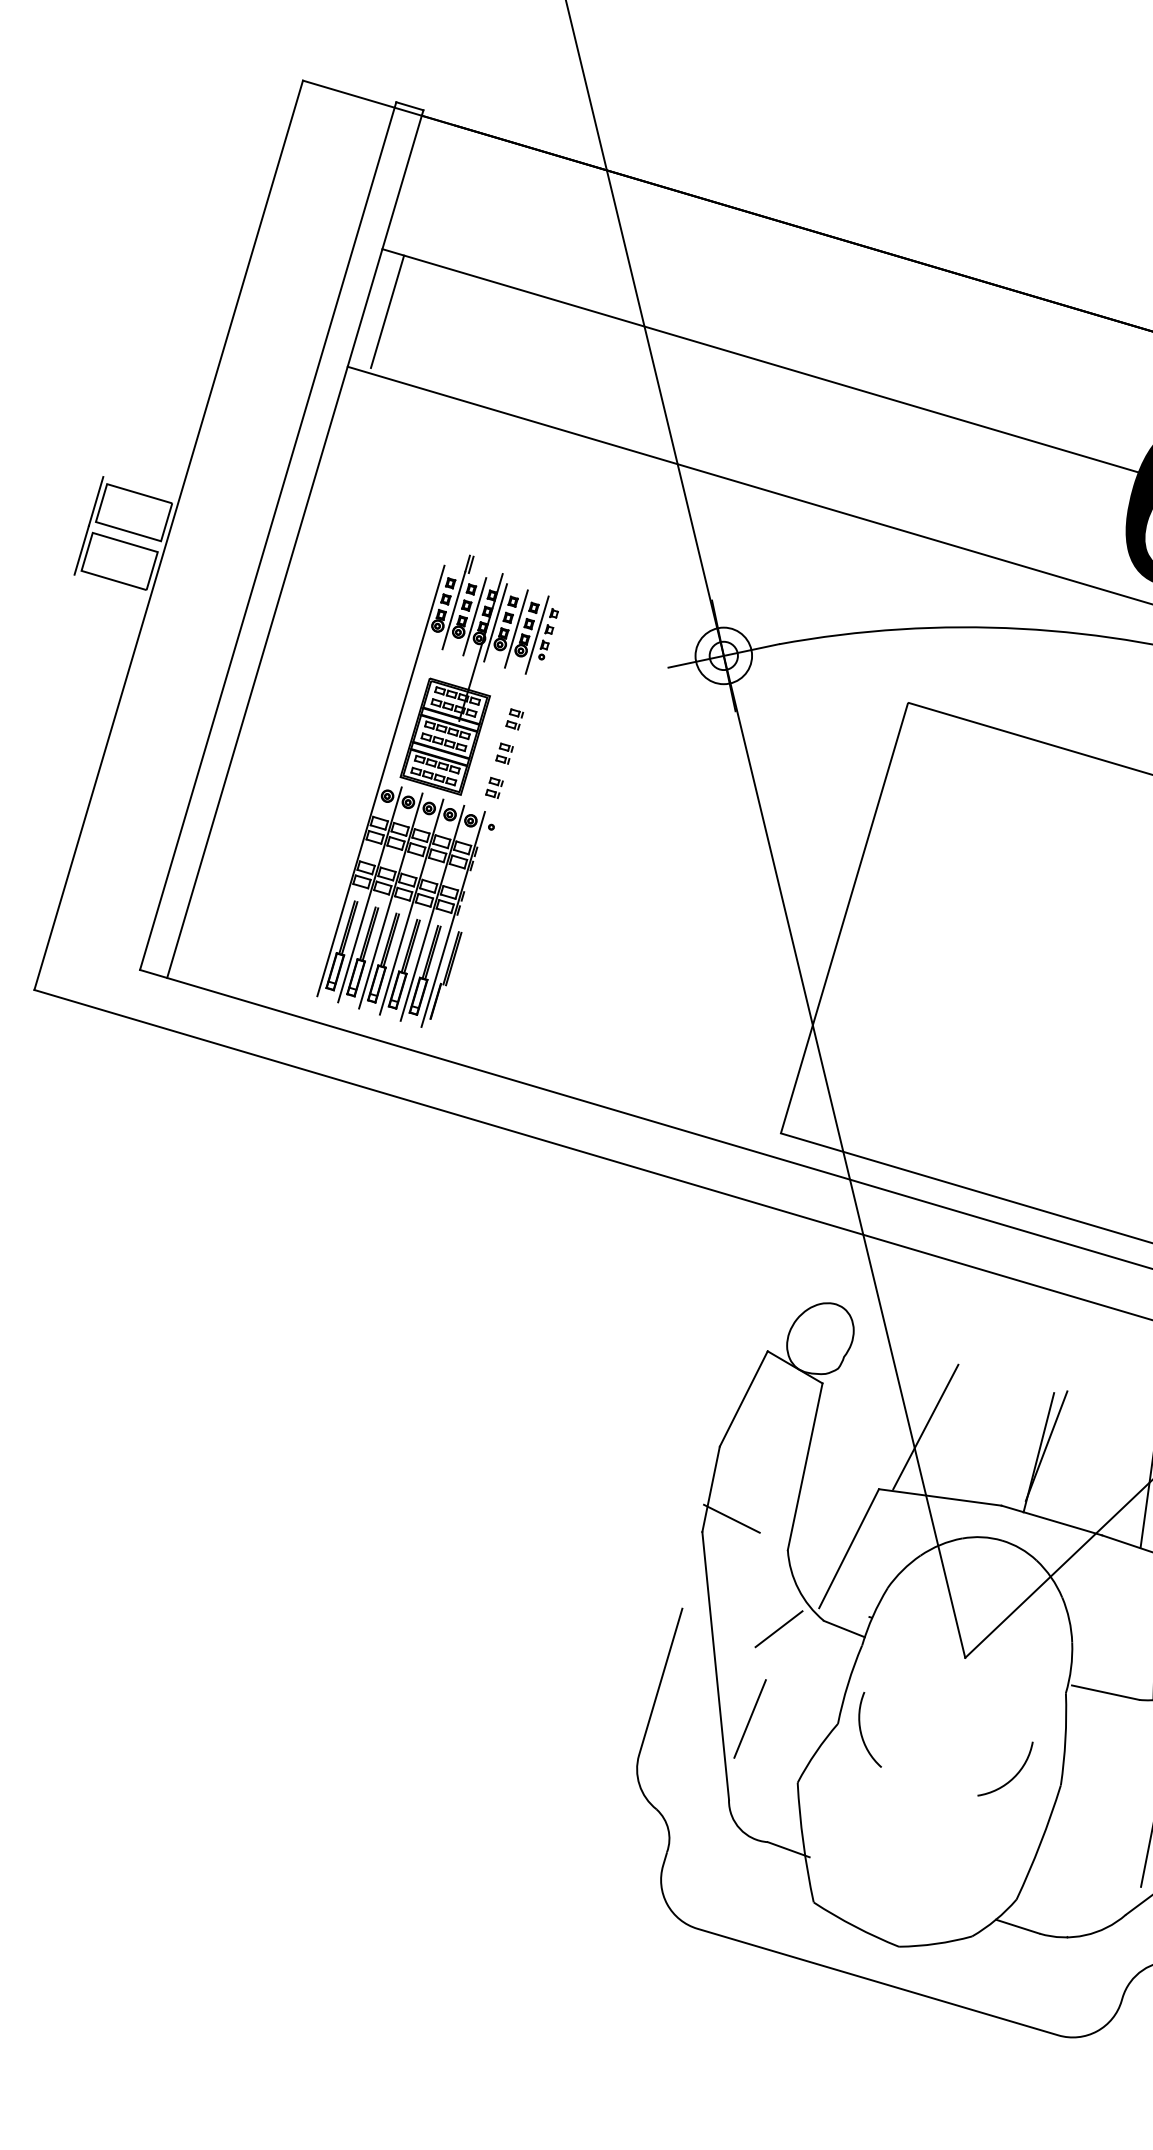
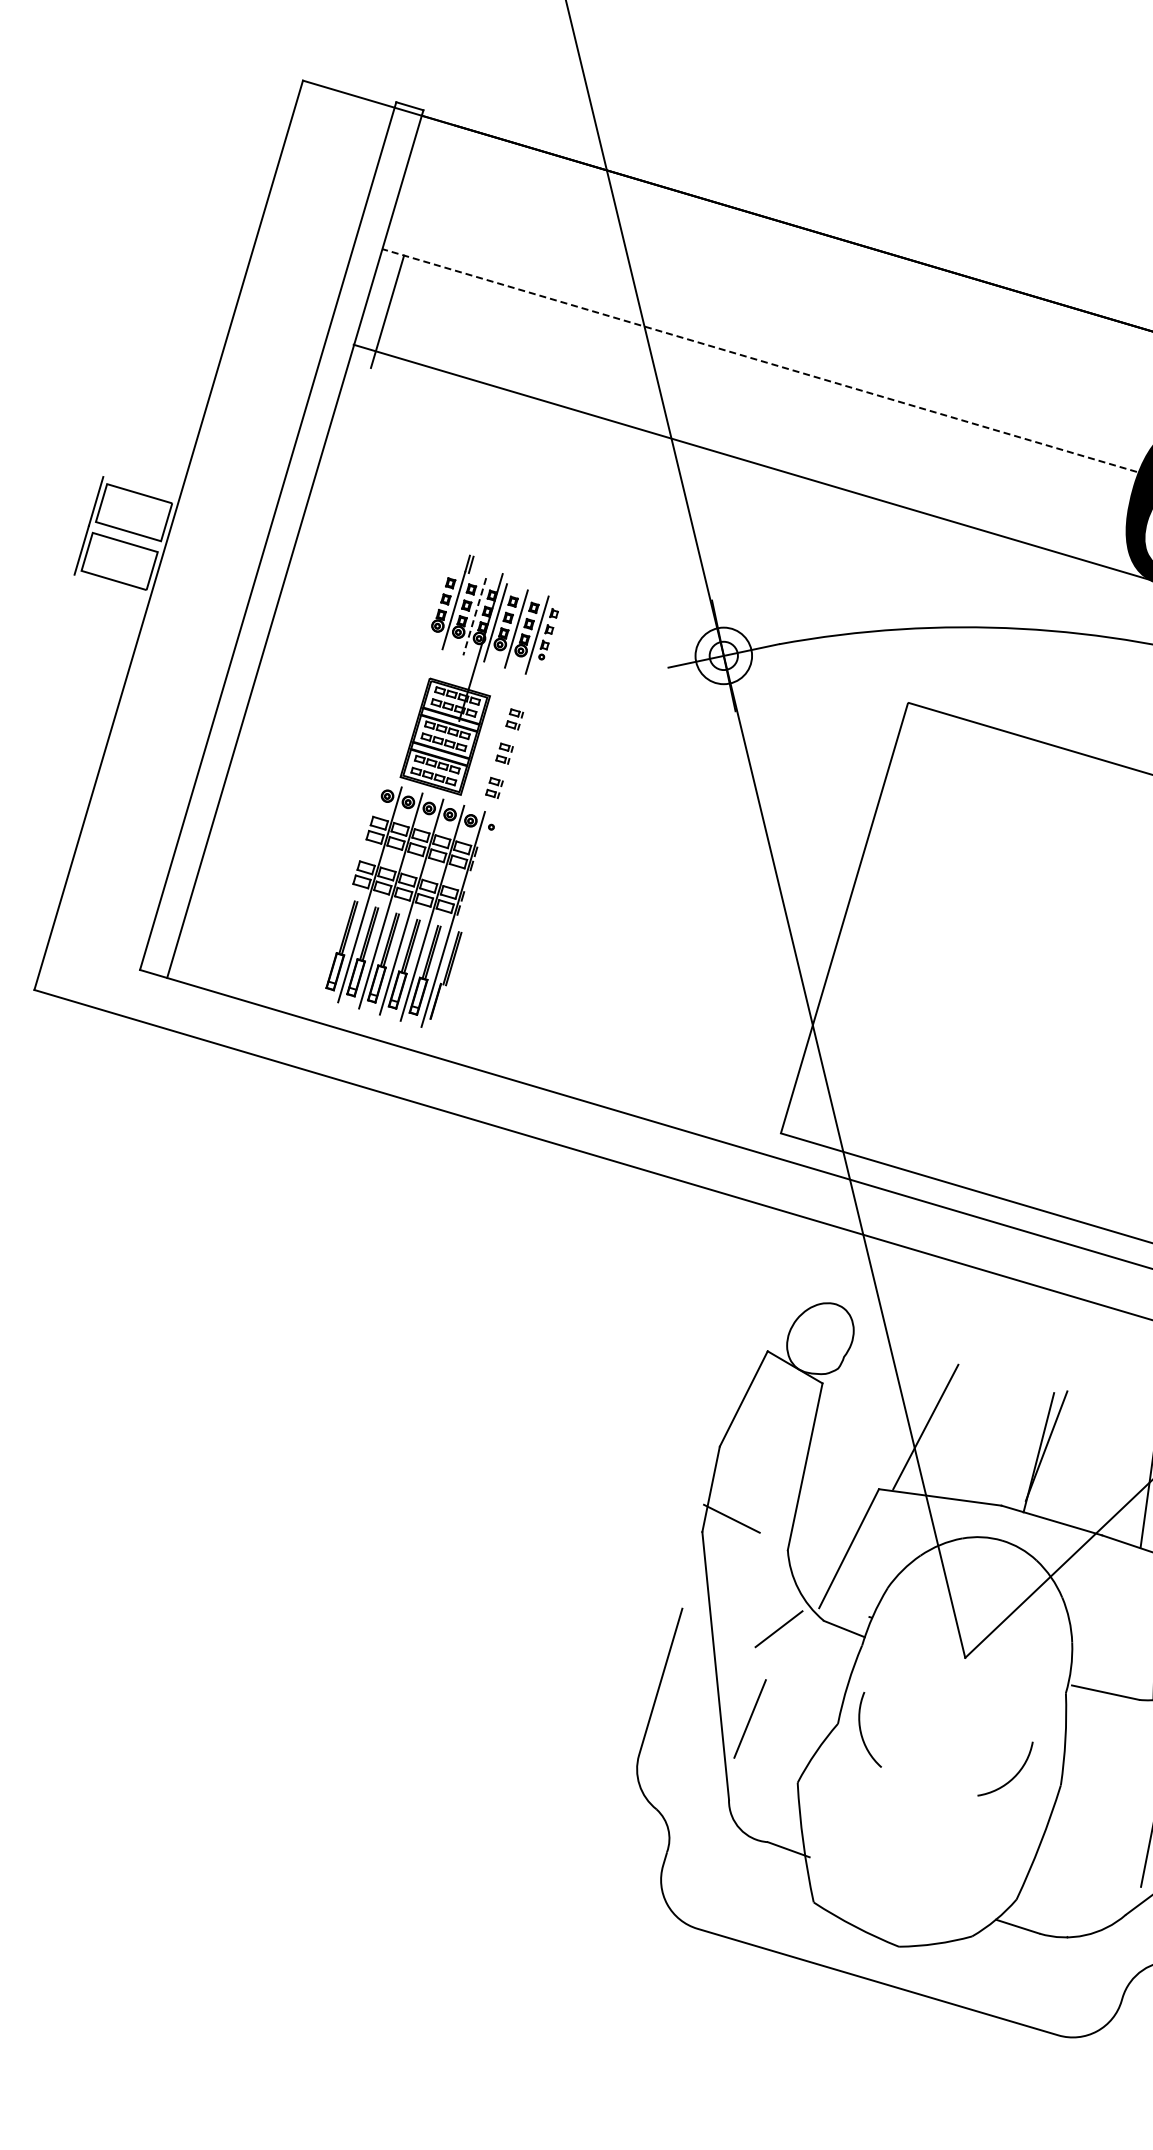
line at (766, 362): solid -> dashed
line at (748, 484) position: (748, 484) -> (751, 461)
line at (474, 617): solid -> dashed
line at (380, 780): present -> none
